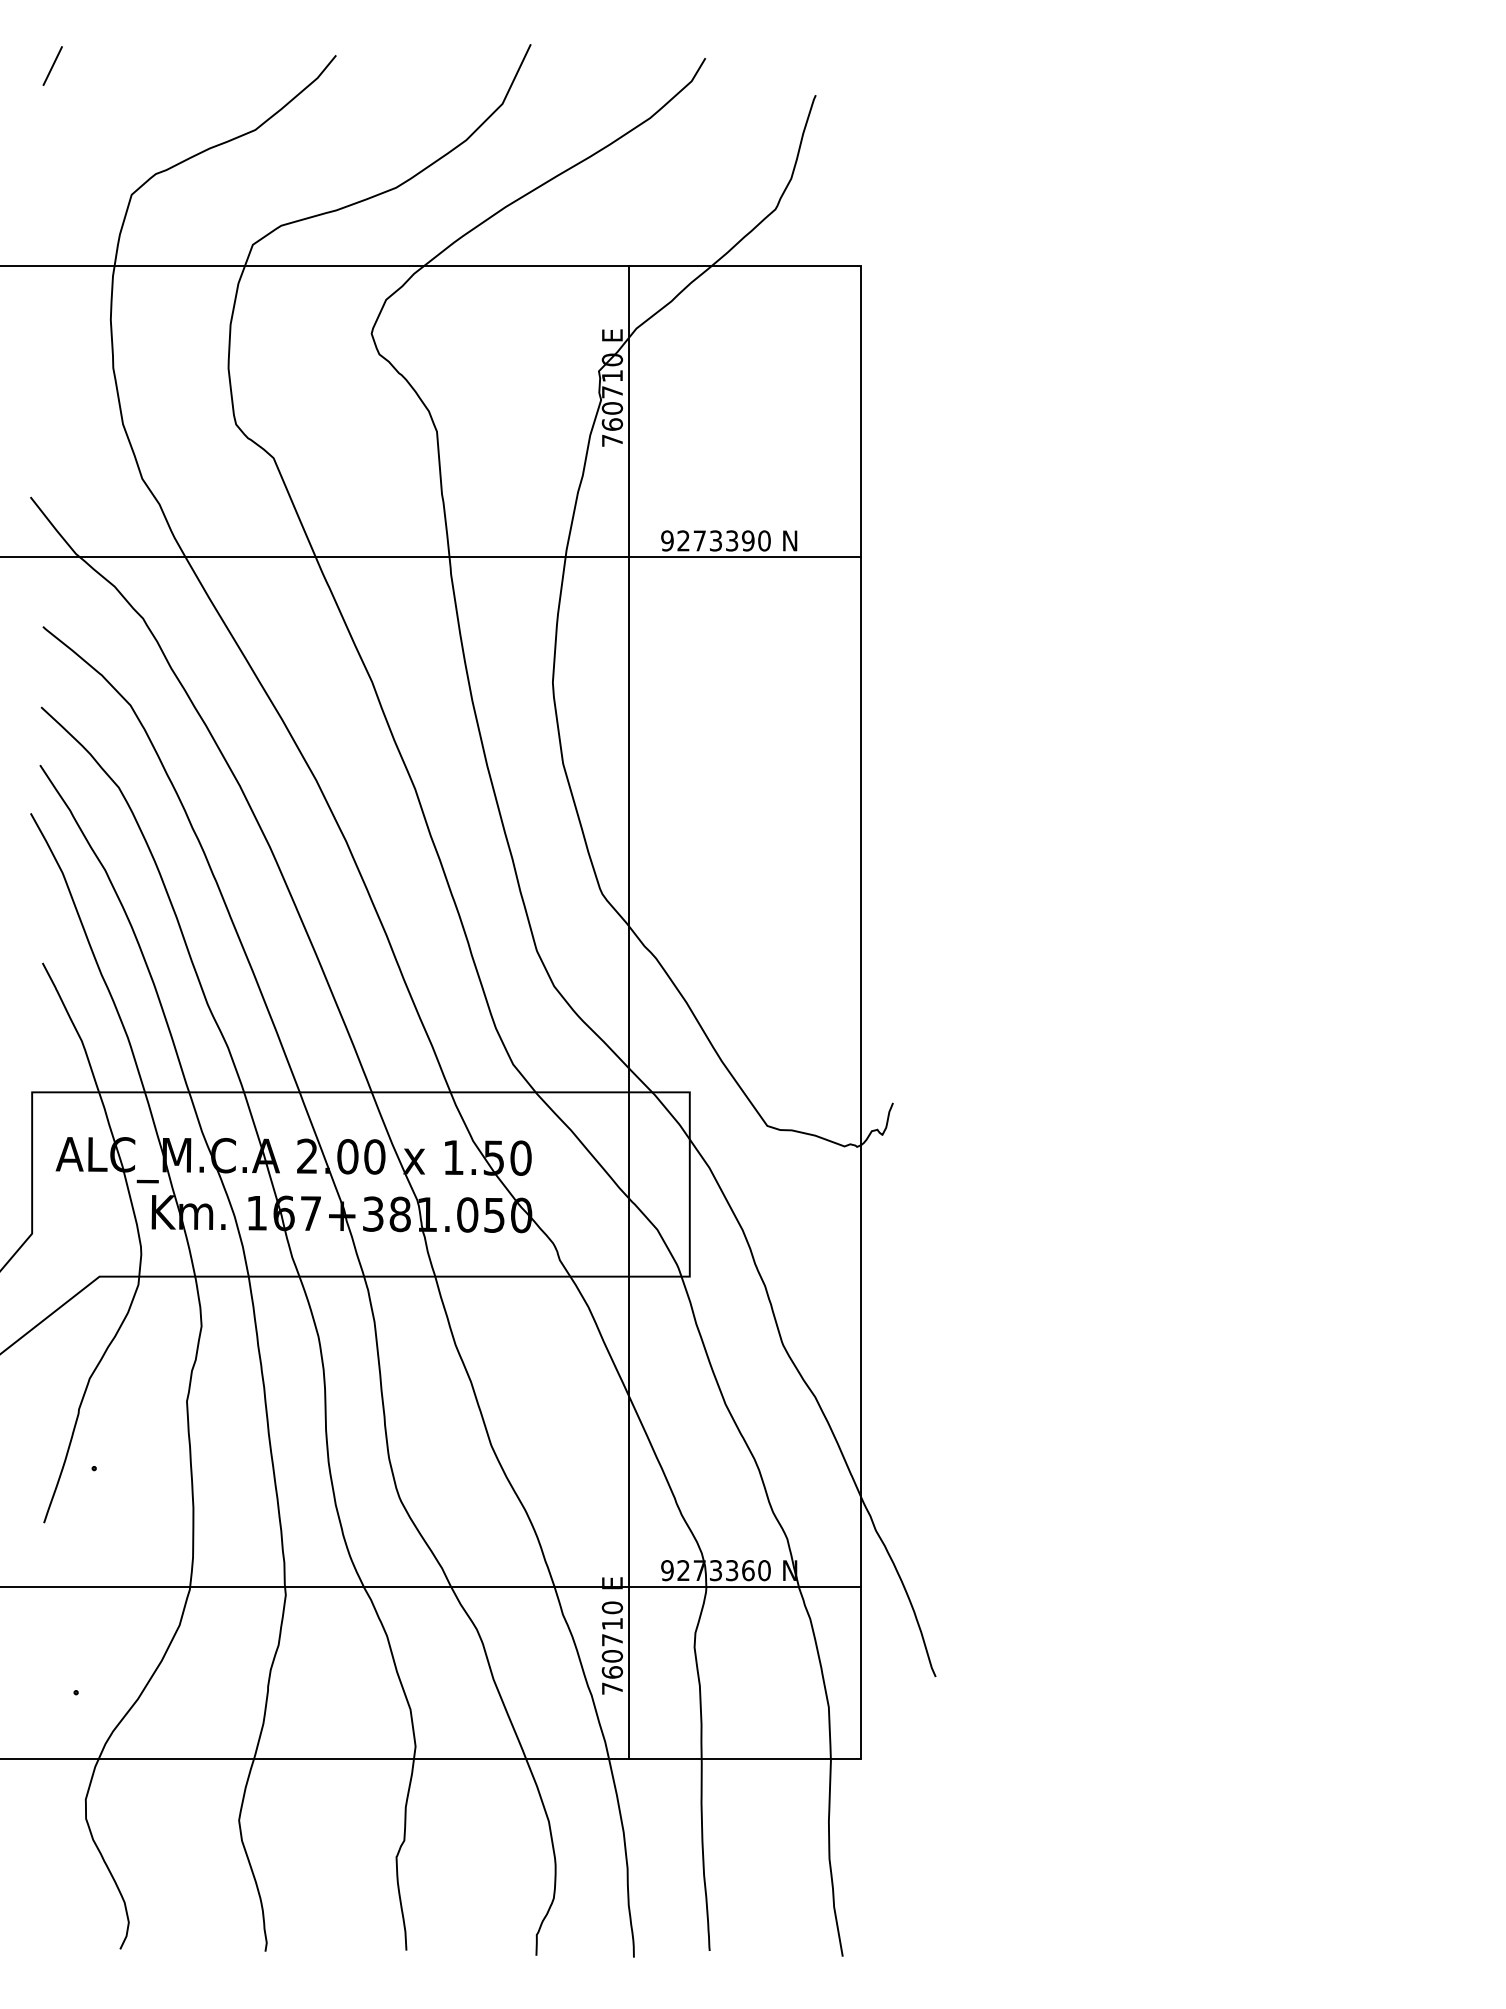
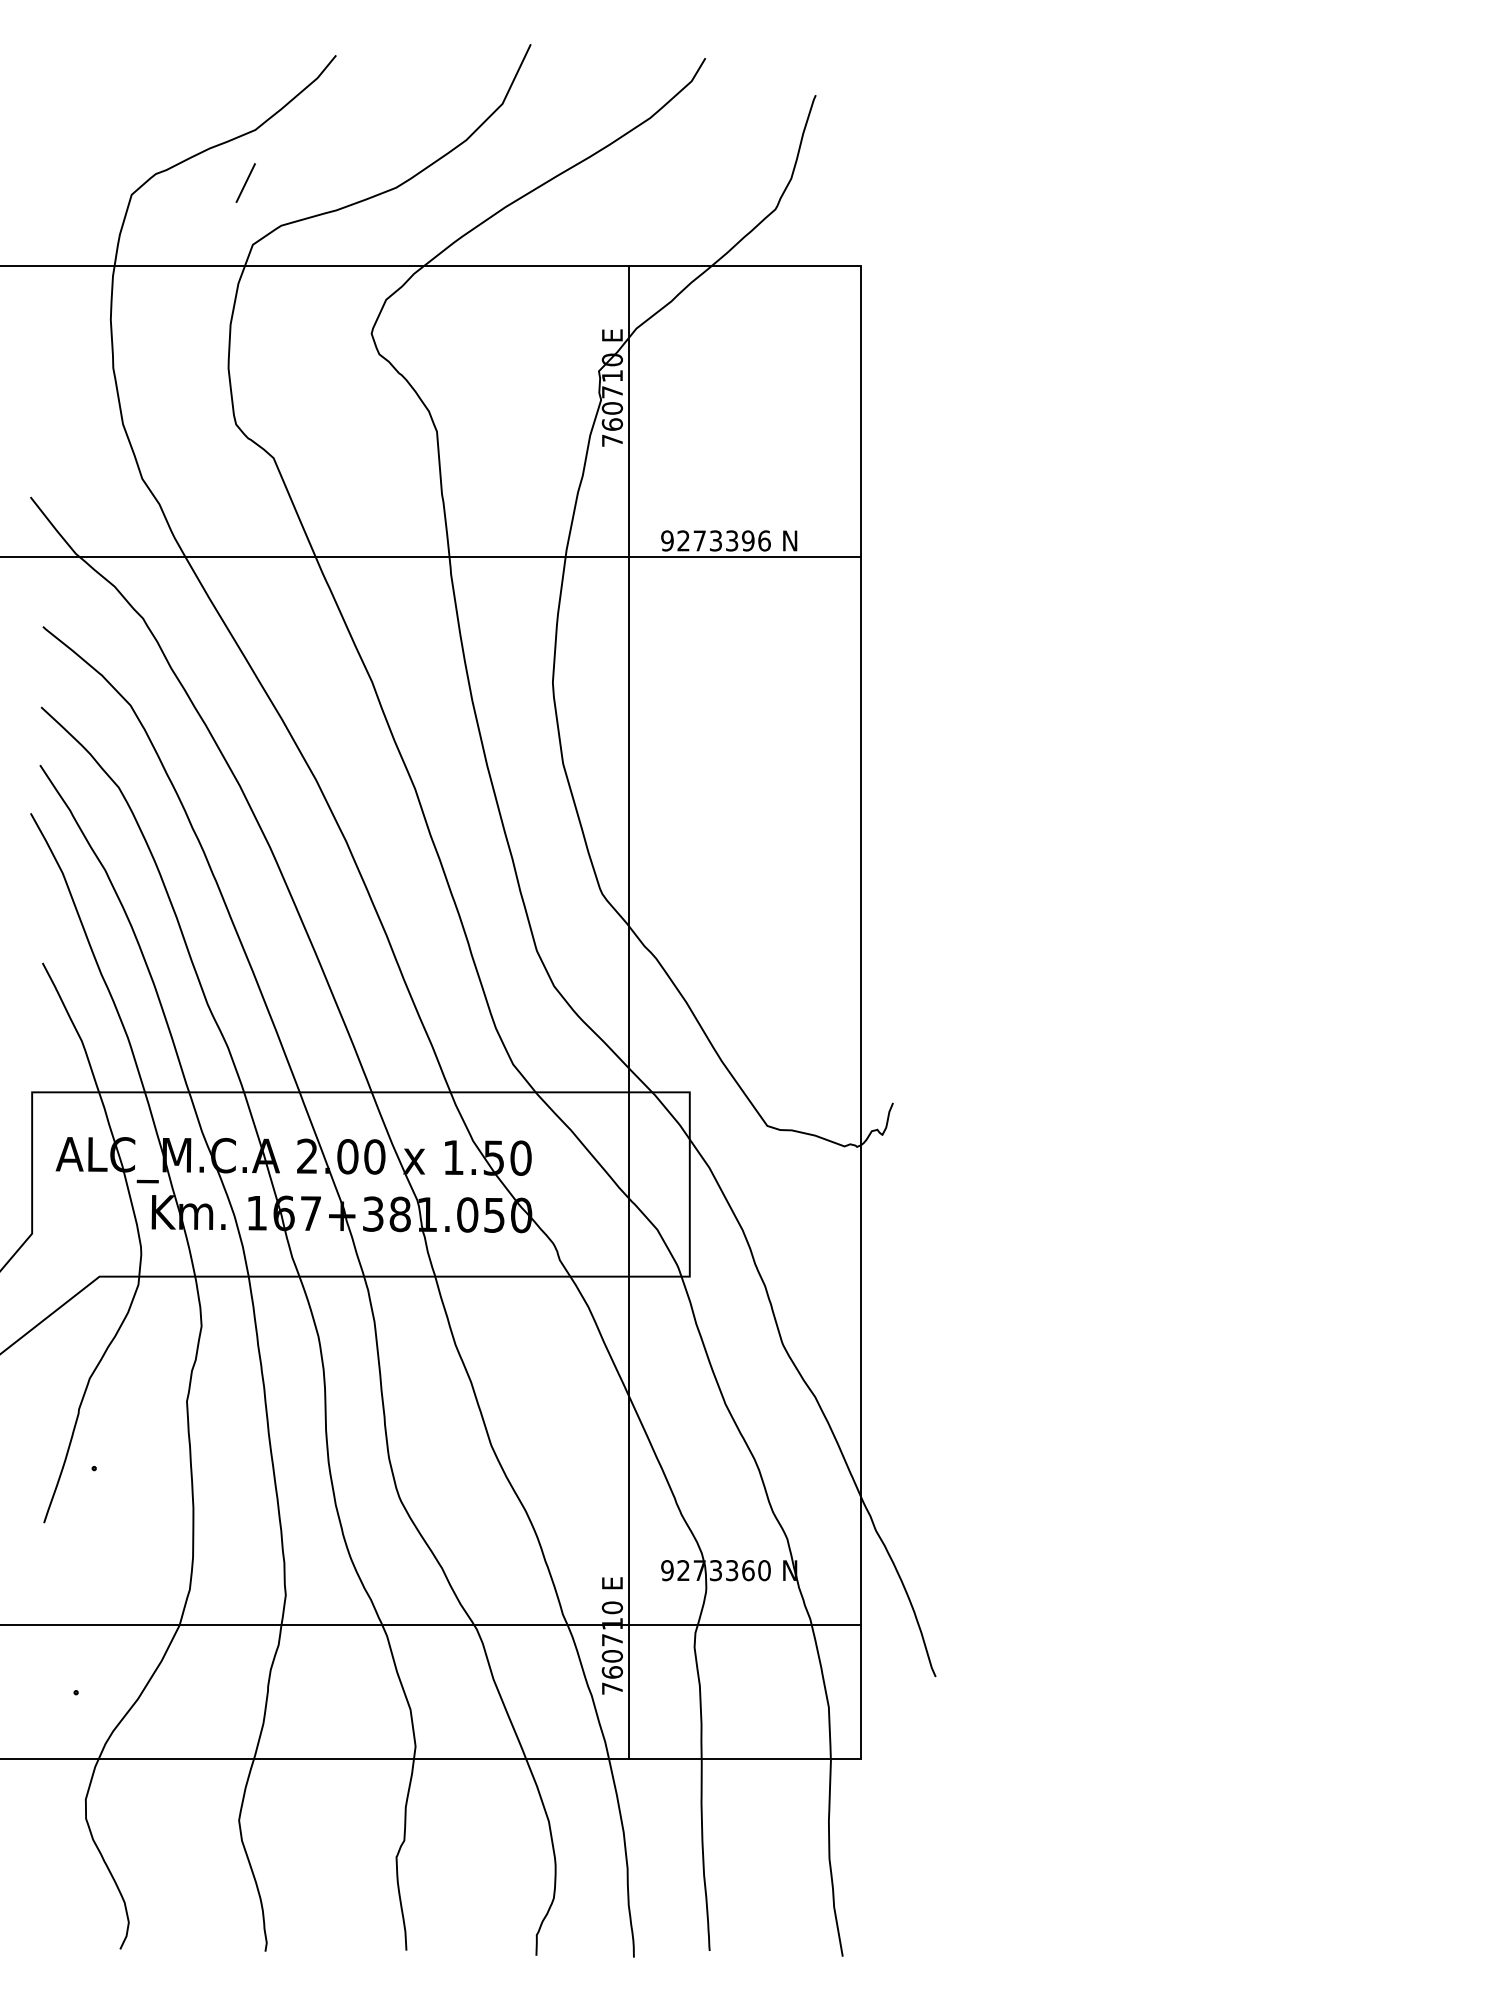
line at (52, 65) position: (52, 65) -> (245, 182)
text at (764, 540): 9273390 -> 9273396
line at (431, 1587) position: (431, 1587) -> (431, 1625)
